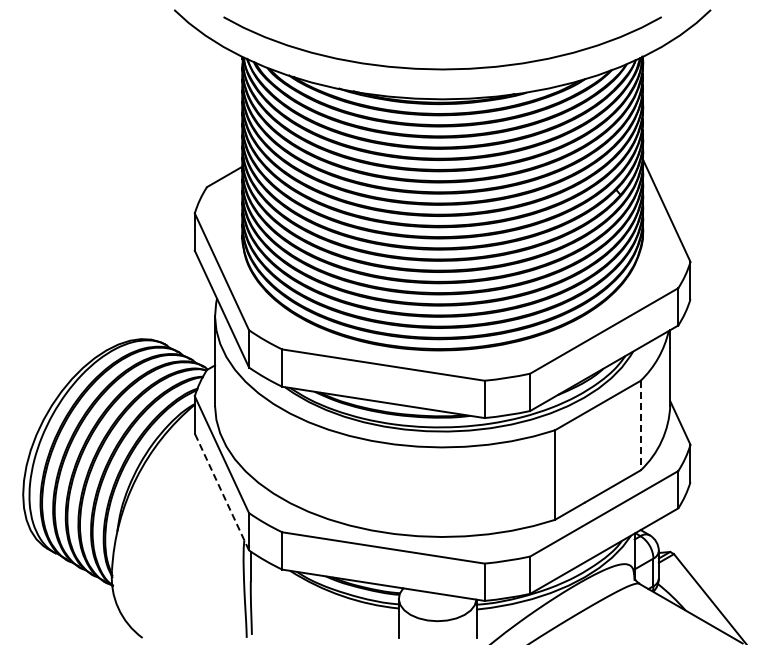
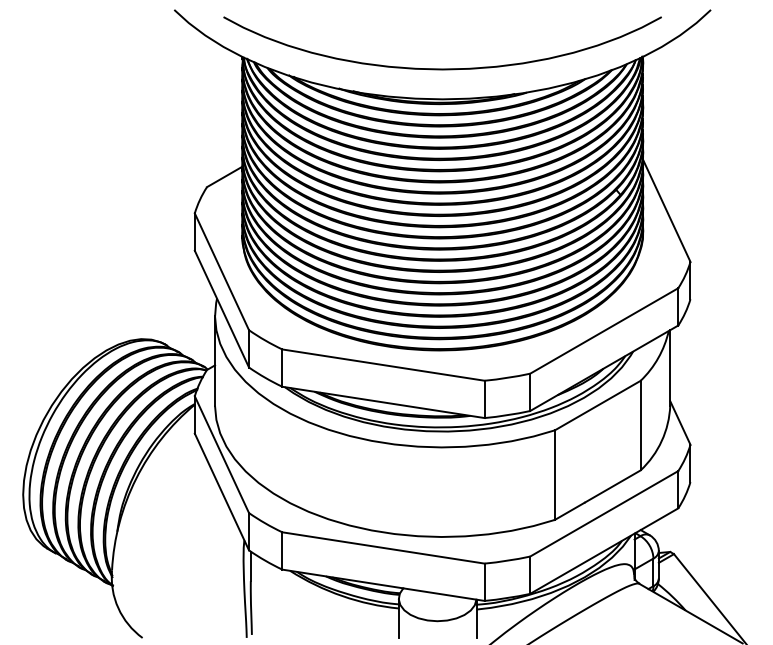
line at (640, 425): dashed -> solid
line at (221, 491): dashed -> solid
